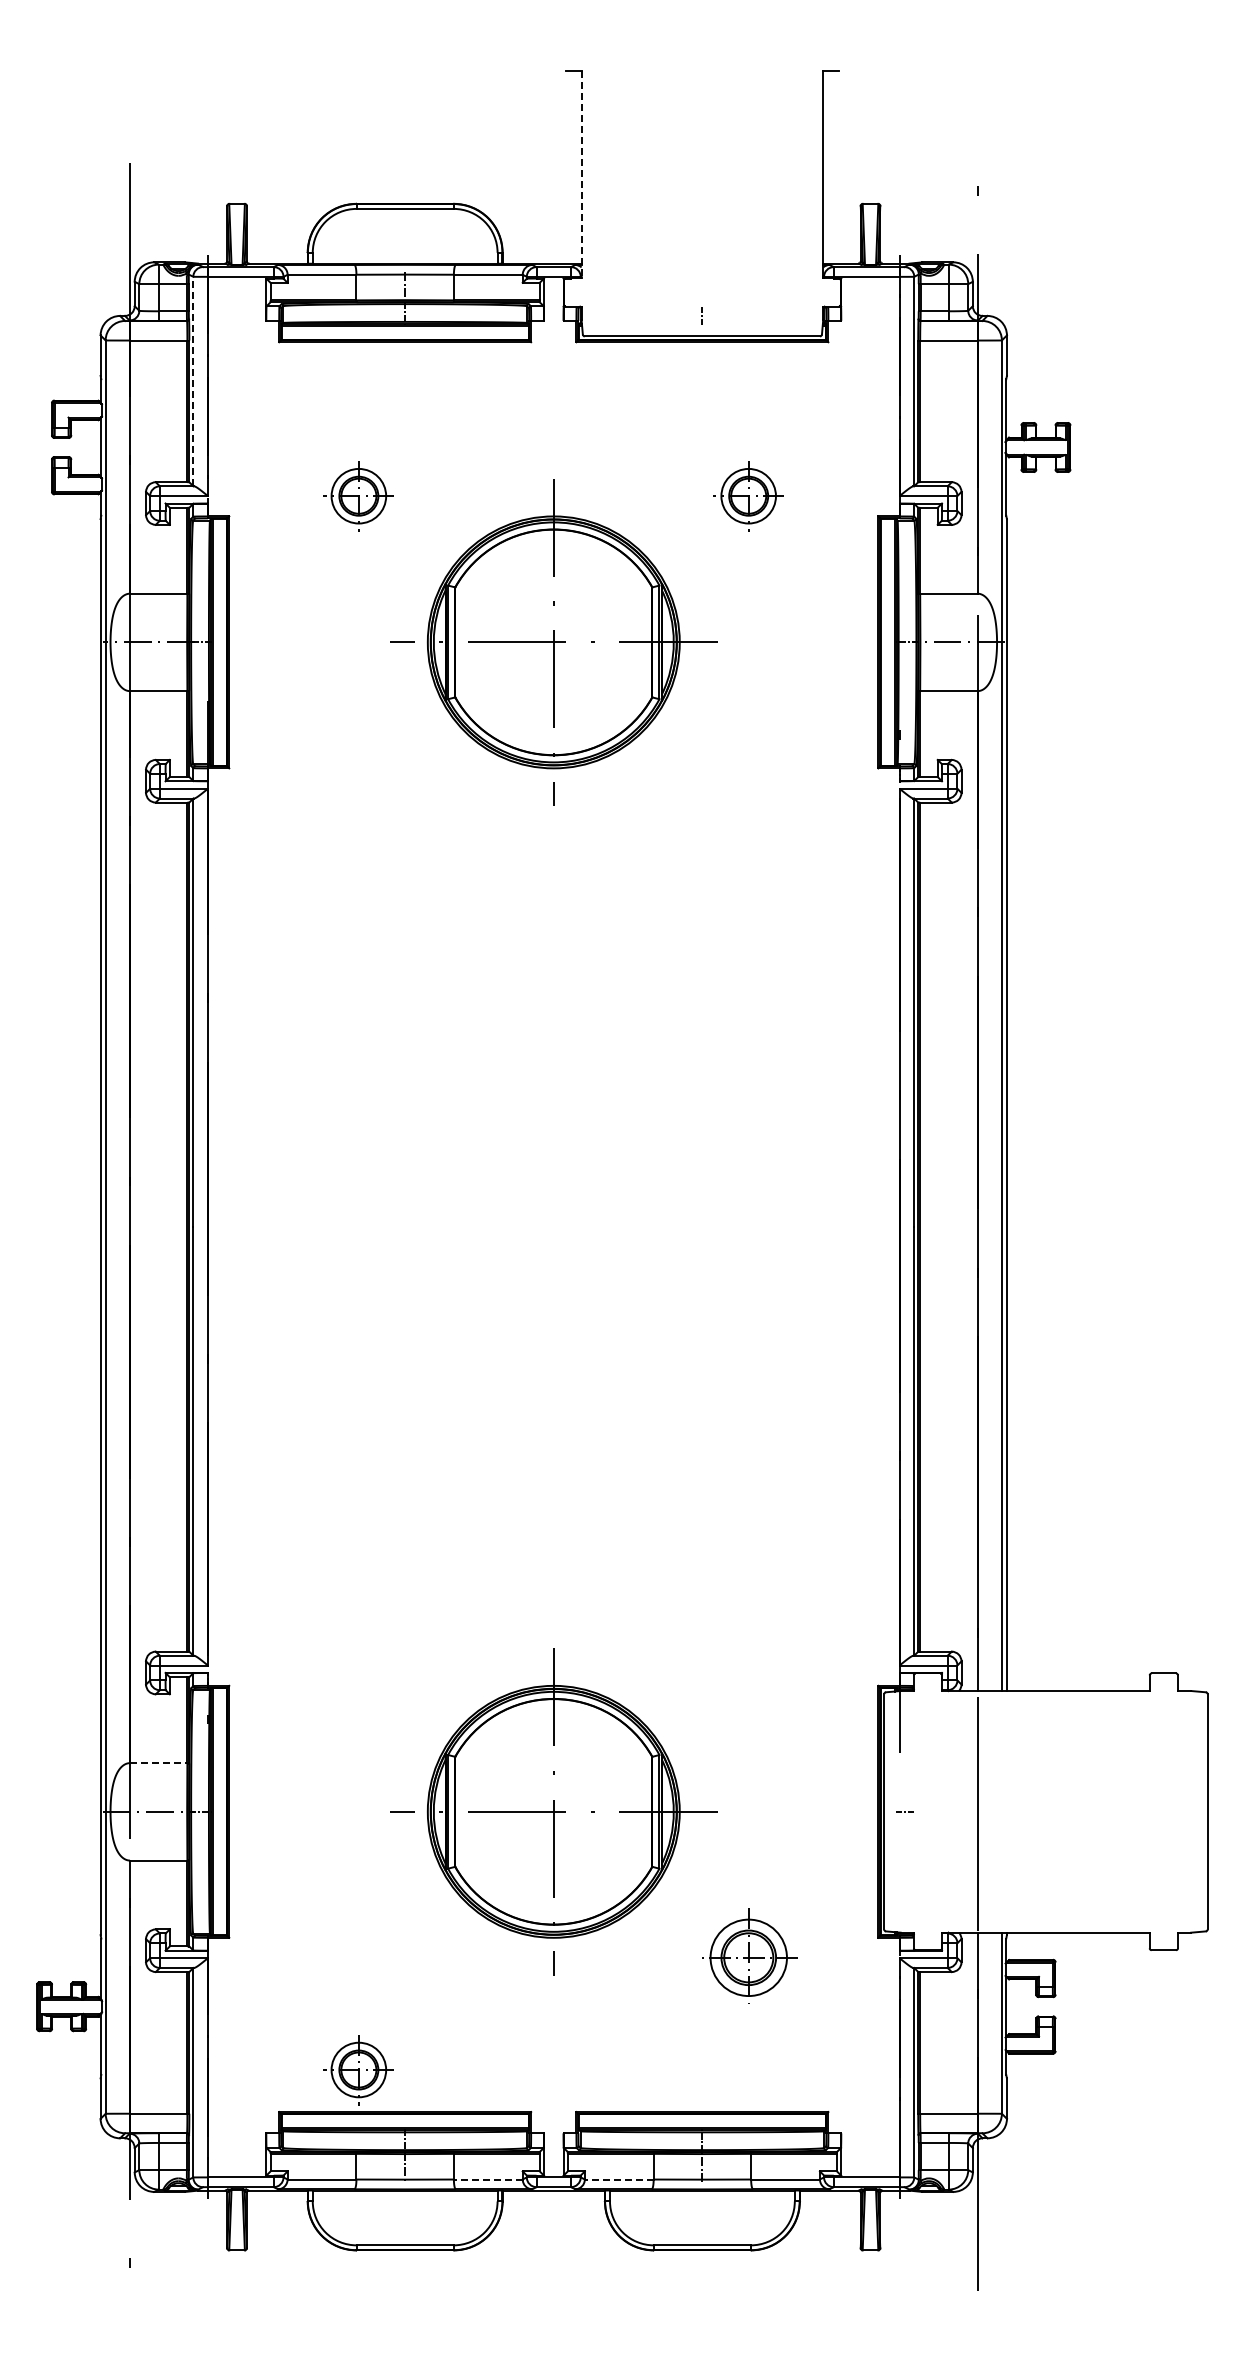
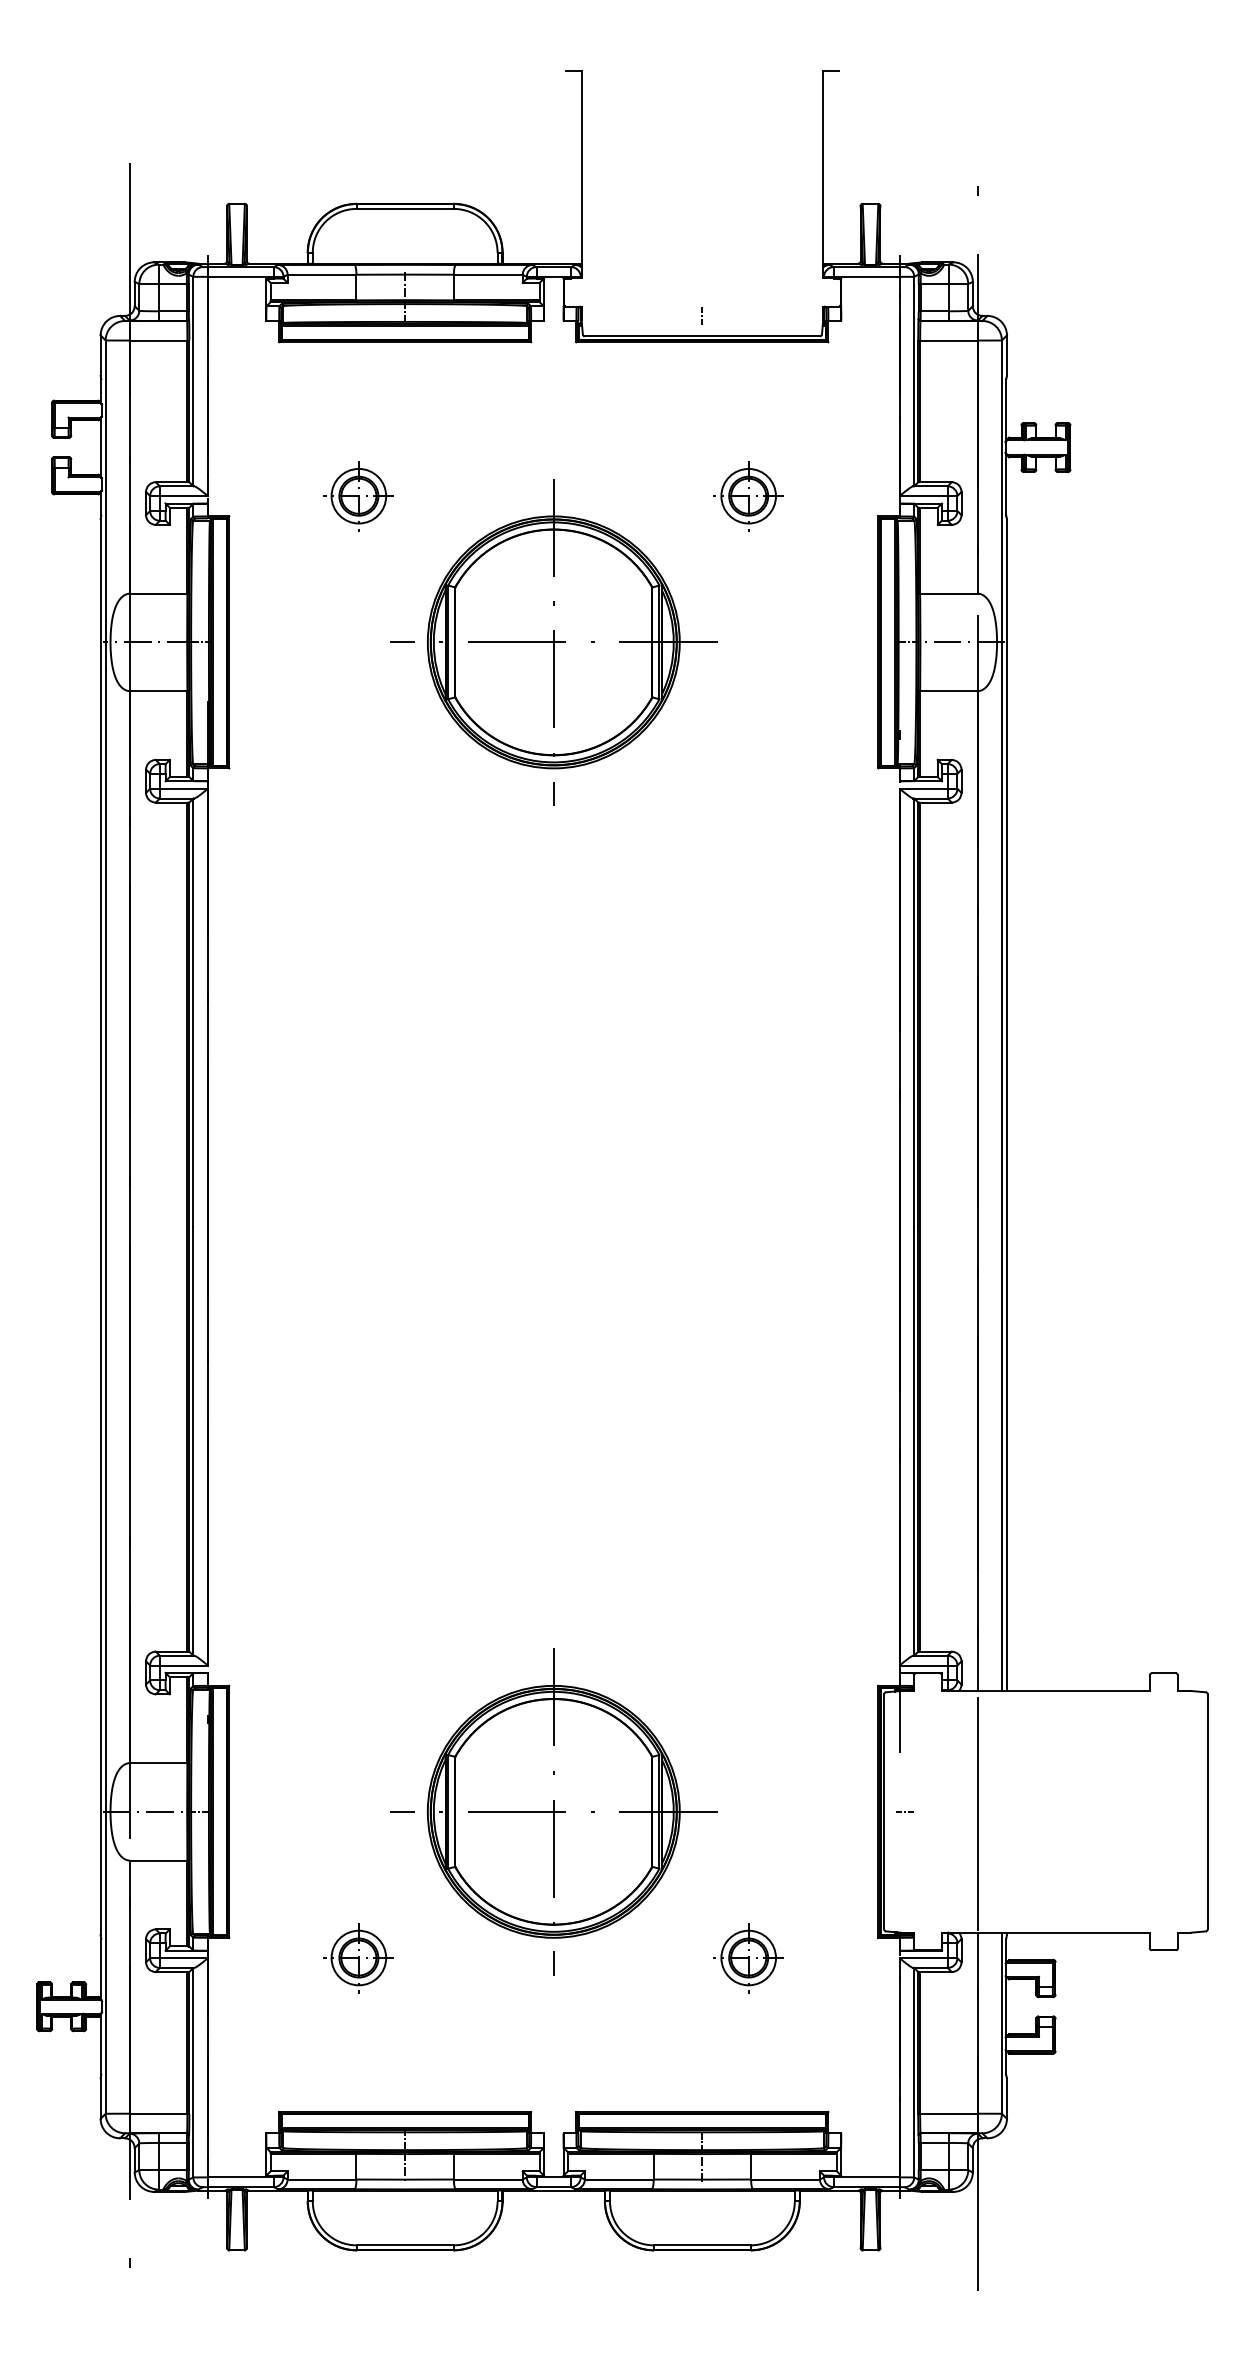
line at (581, 174): dashed -> solid
line at (193, 381): dashed -> solid
line at (158, 1763): dashed -> solid
part at (749, 1955) size: 96x96 px -> 71x71 px
part at (358, 2070) position: (358, 2070) -> (358, 1958)
line at (487, 2179): dashed -> solid
line at (618, 2179): dashed -> solid
